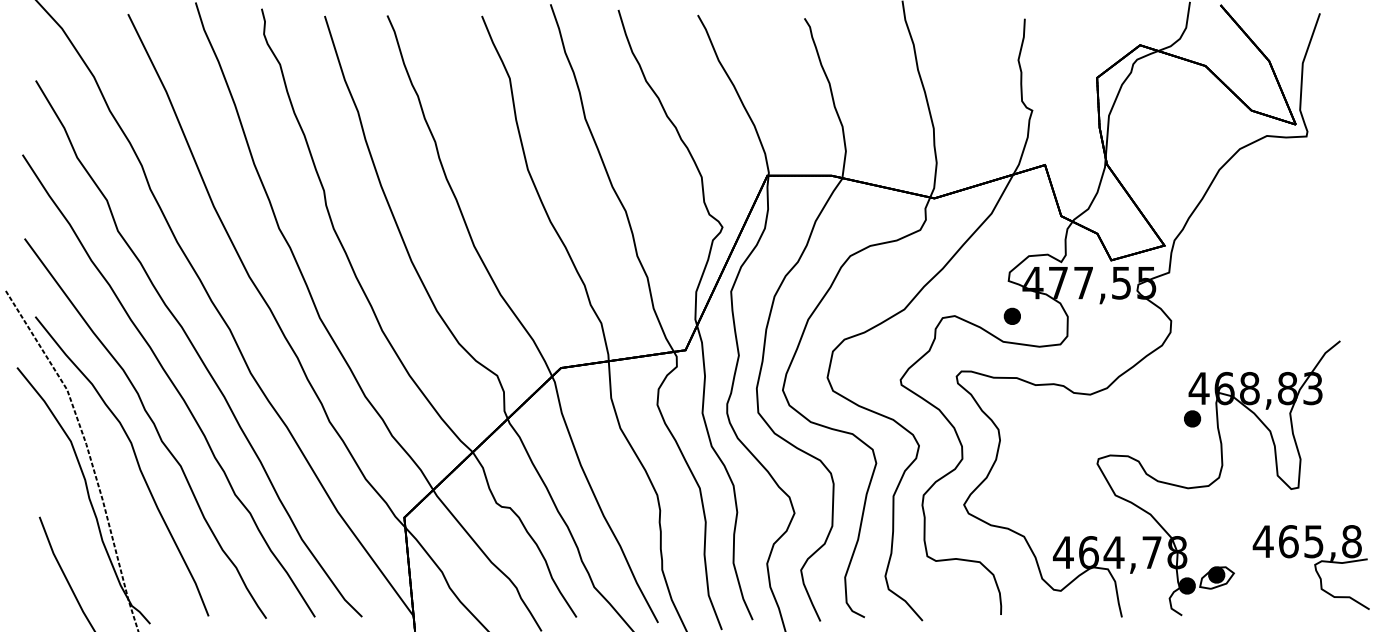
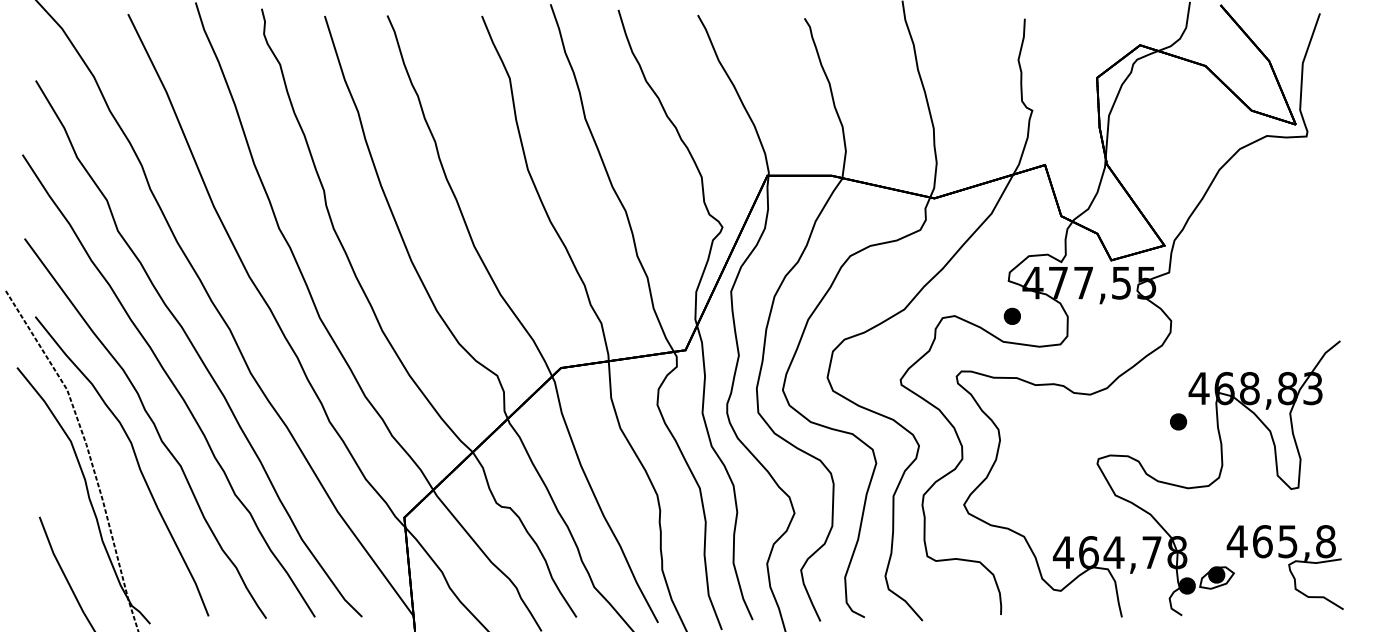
part at (1192, 418) position: (1192, 418) -> (1178, 421)
part at (1310, 567) position: (1310, 567) -> (1284, 567)
